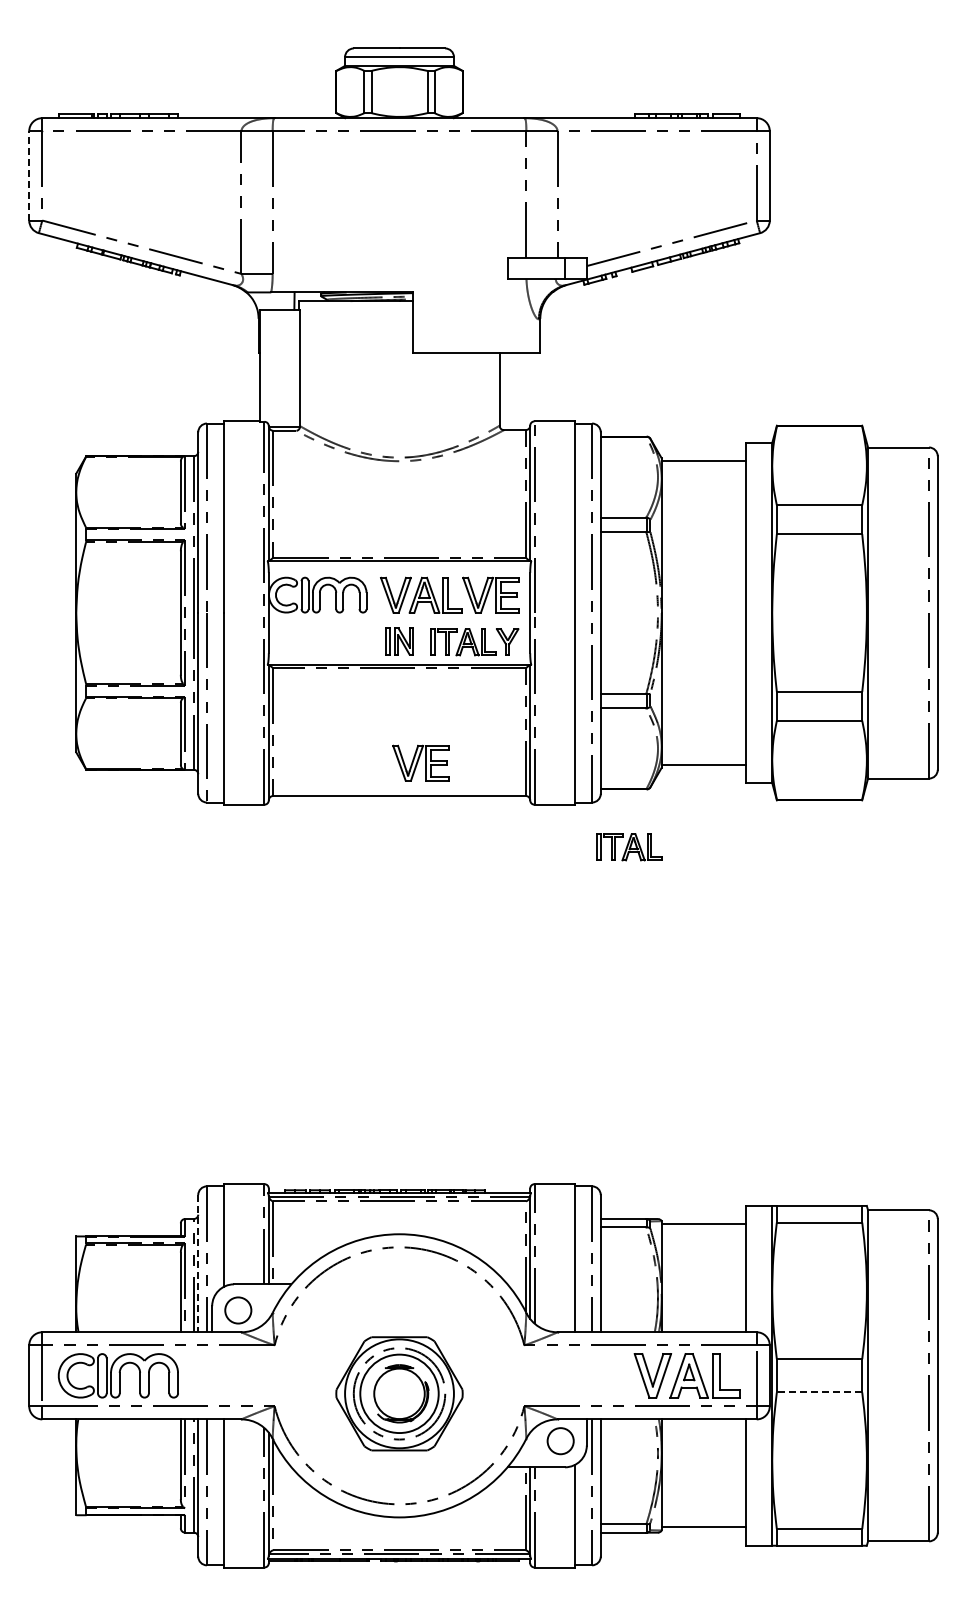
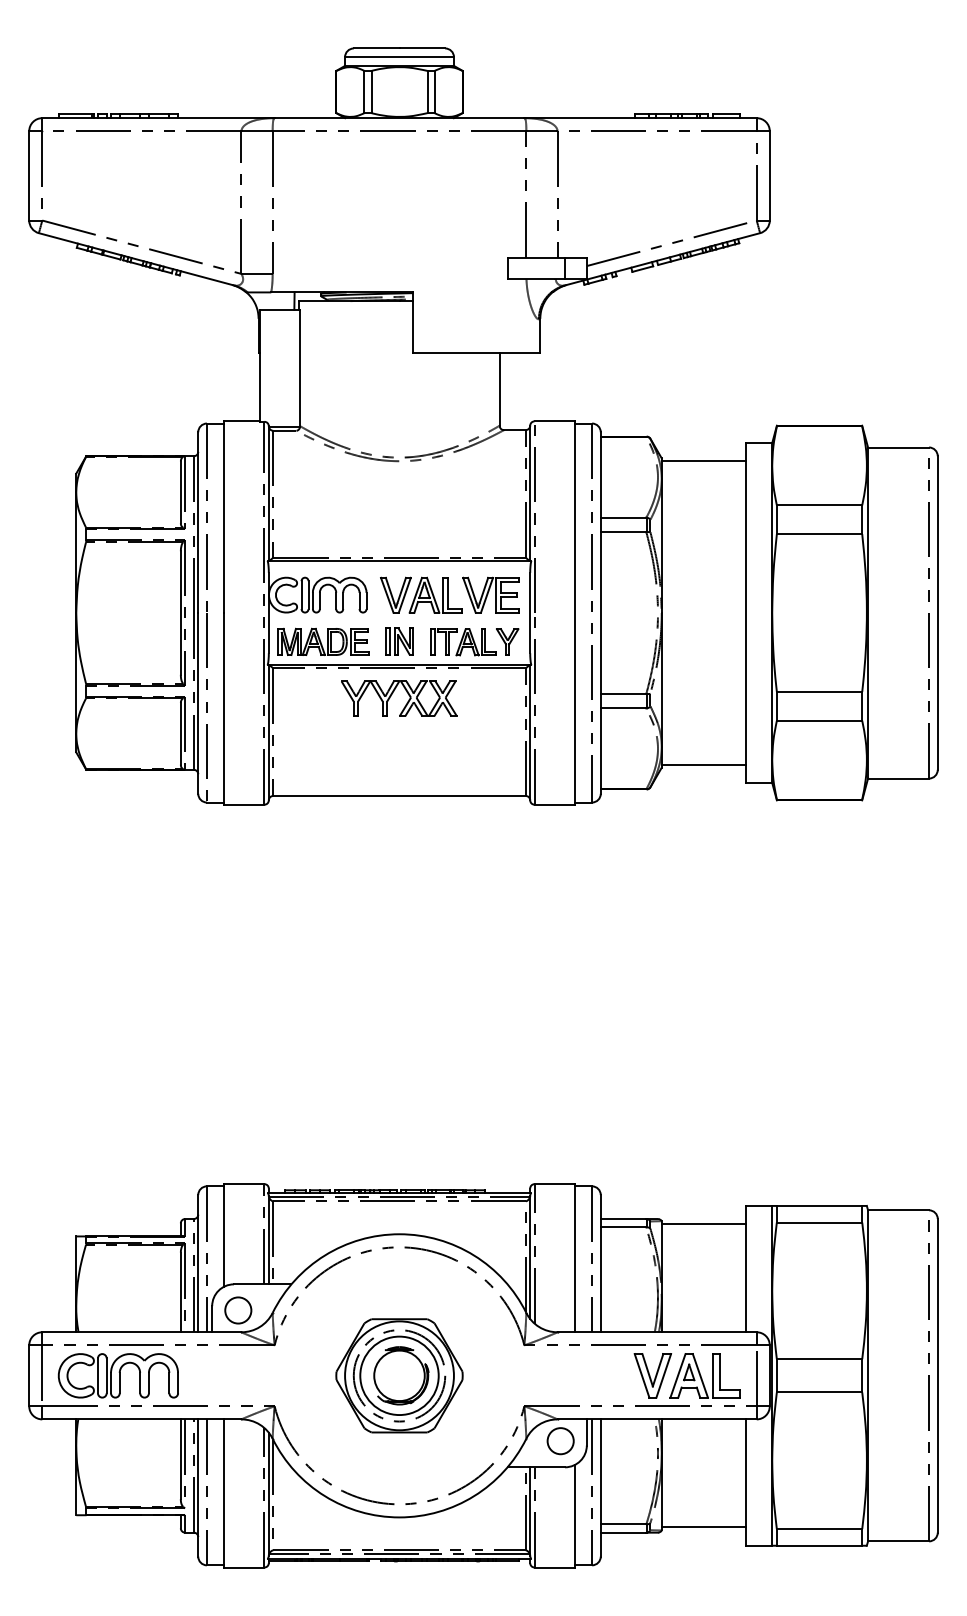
line at (29, 175): dashed -> solid
part at (323, 641): none -> present
part at (393, 693): none -> present
part at (420, 762): present -> none
part at (629, 847): present -> none
line at (198, 1263): dashed -> solid
line at (819, 1392): dashed -> solid
part at (399, 1393) position: (399, 1393) -> (399, 1375)
